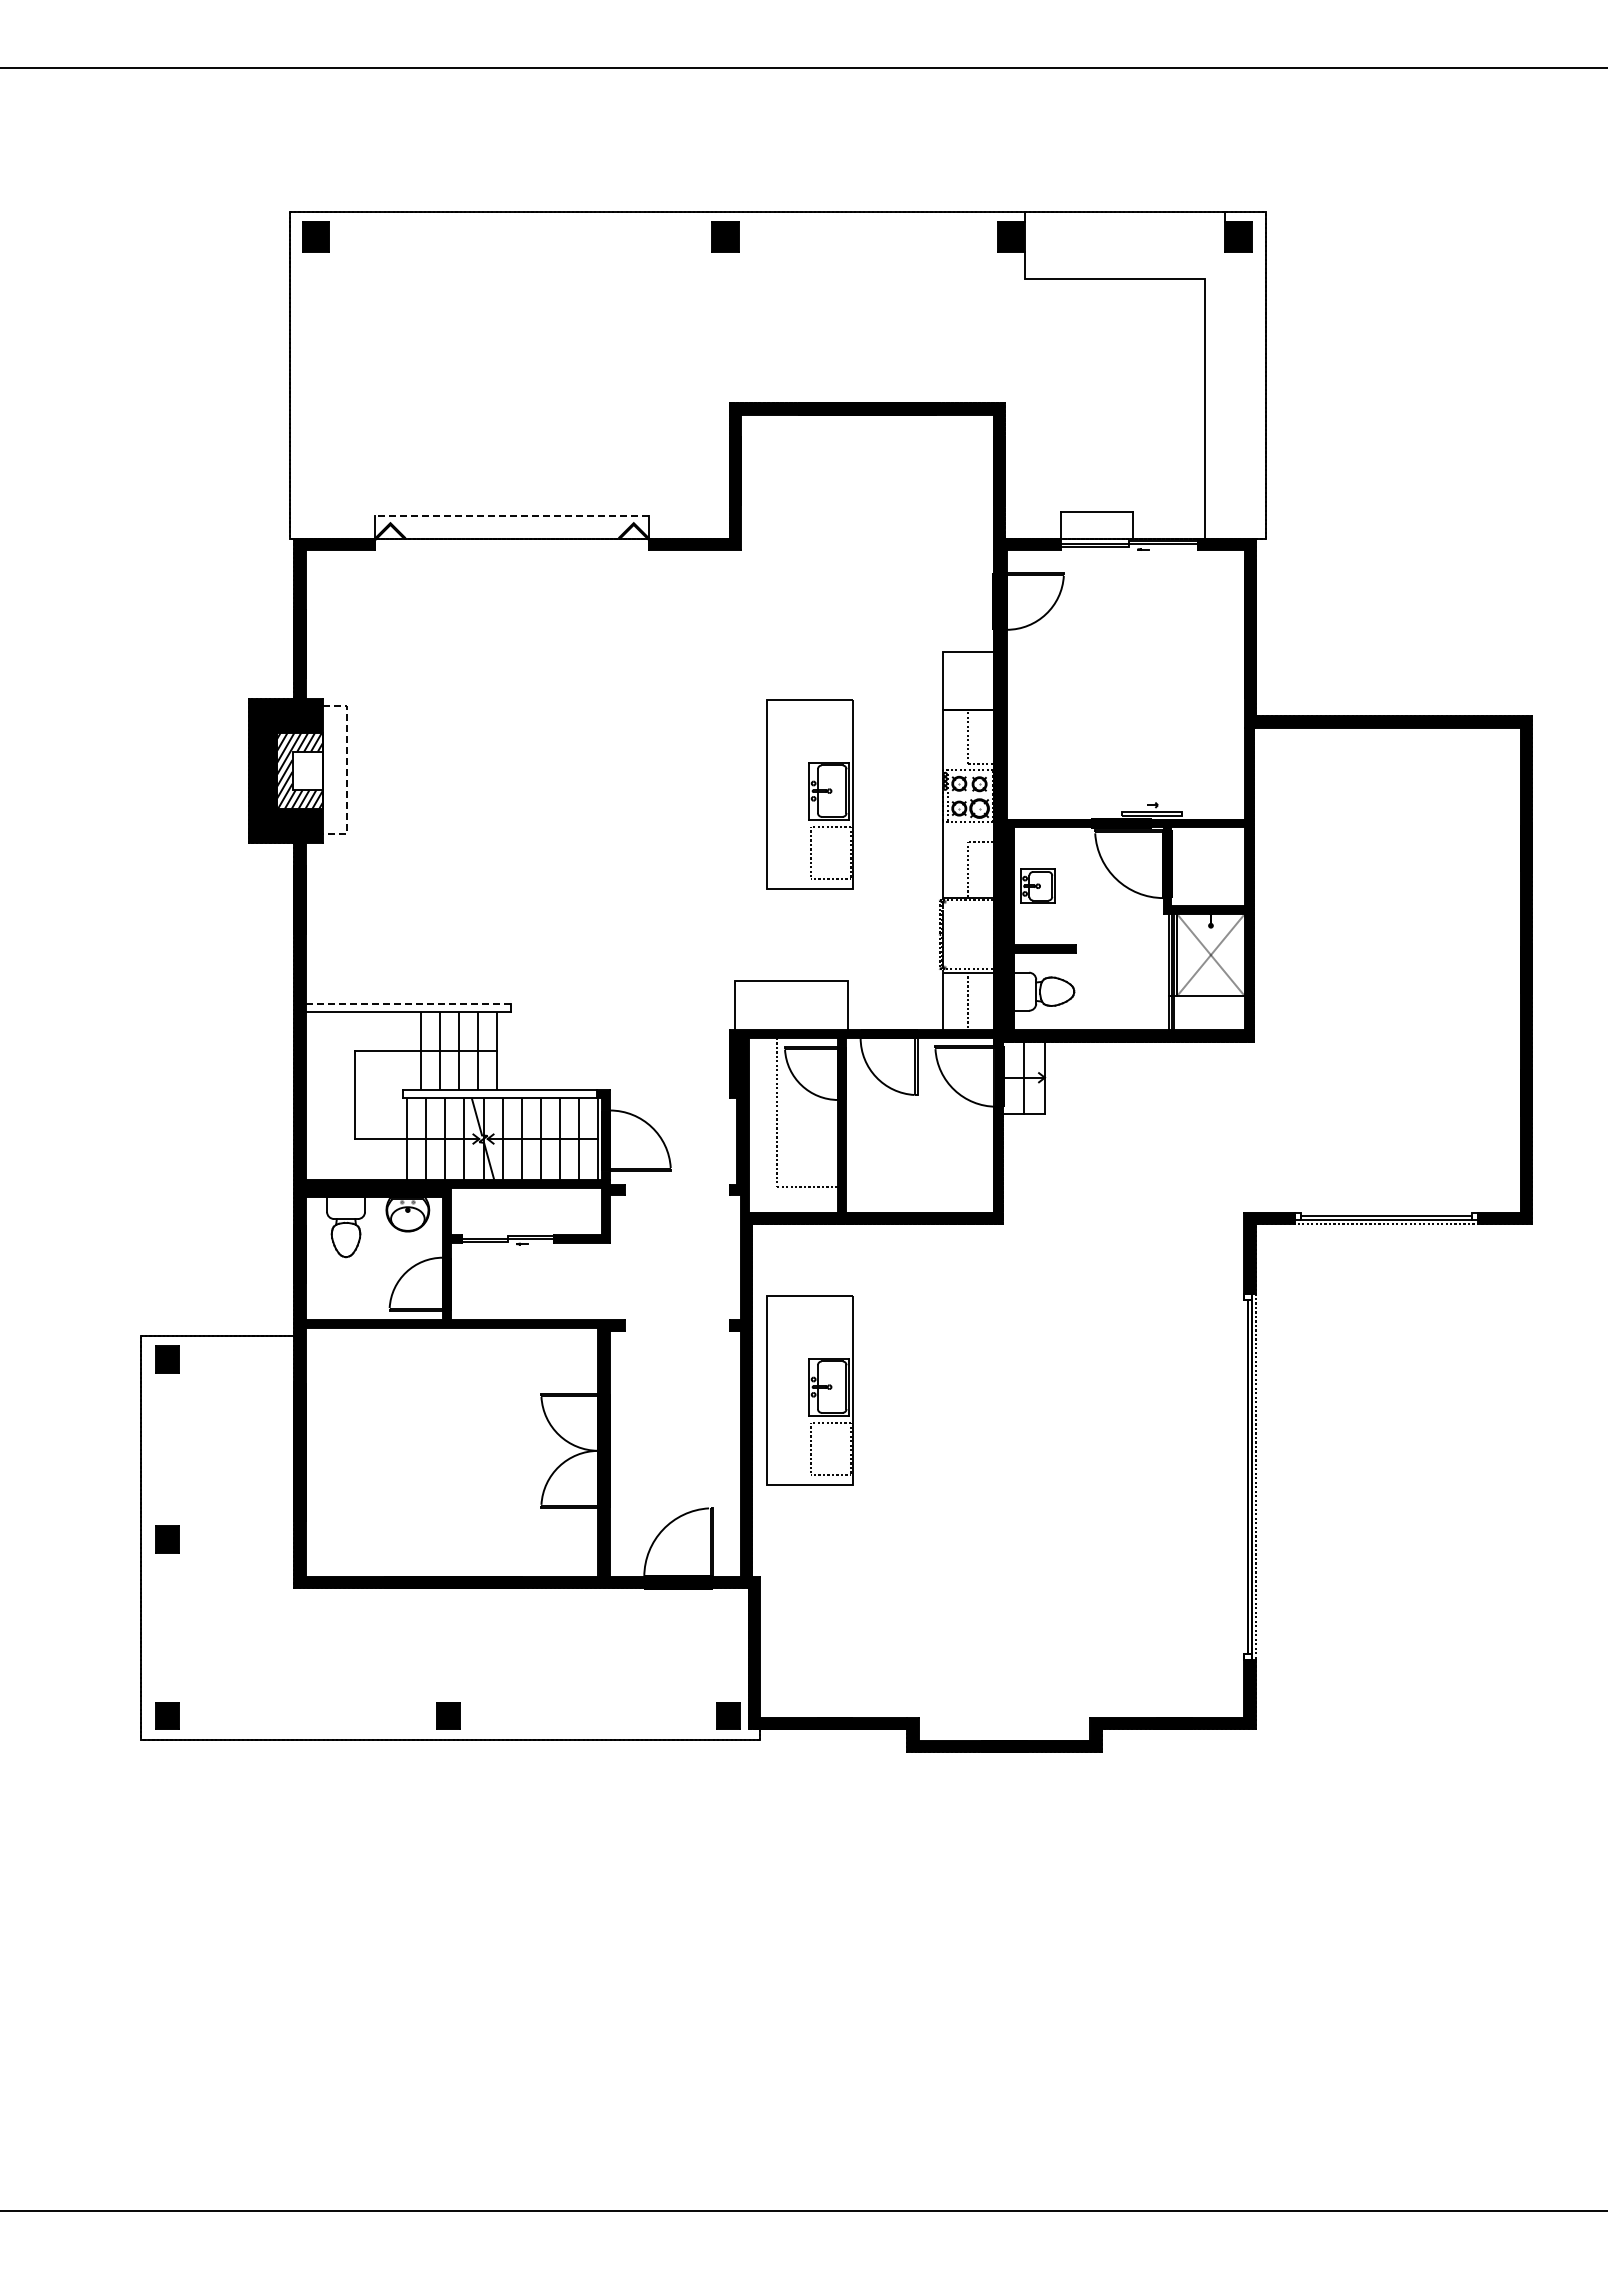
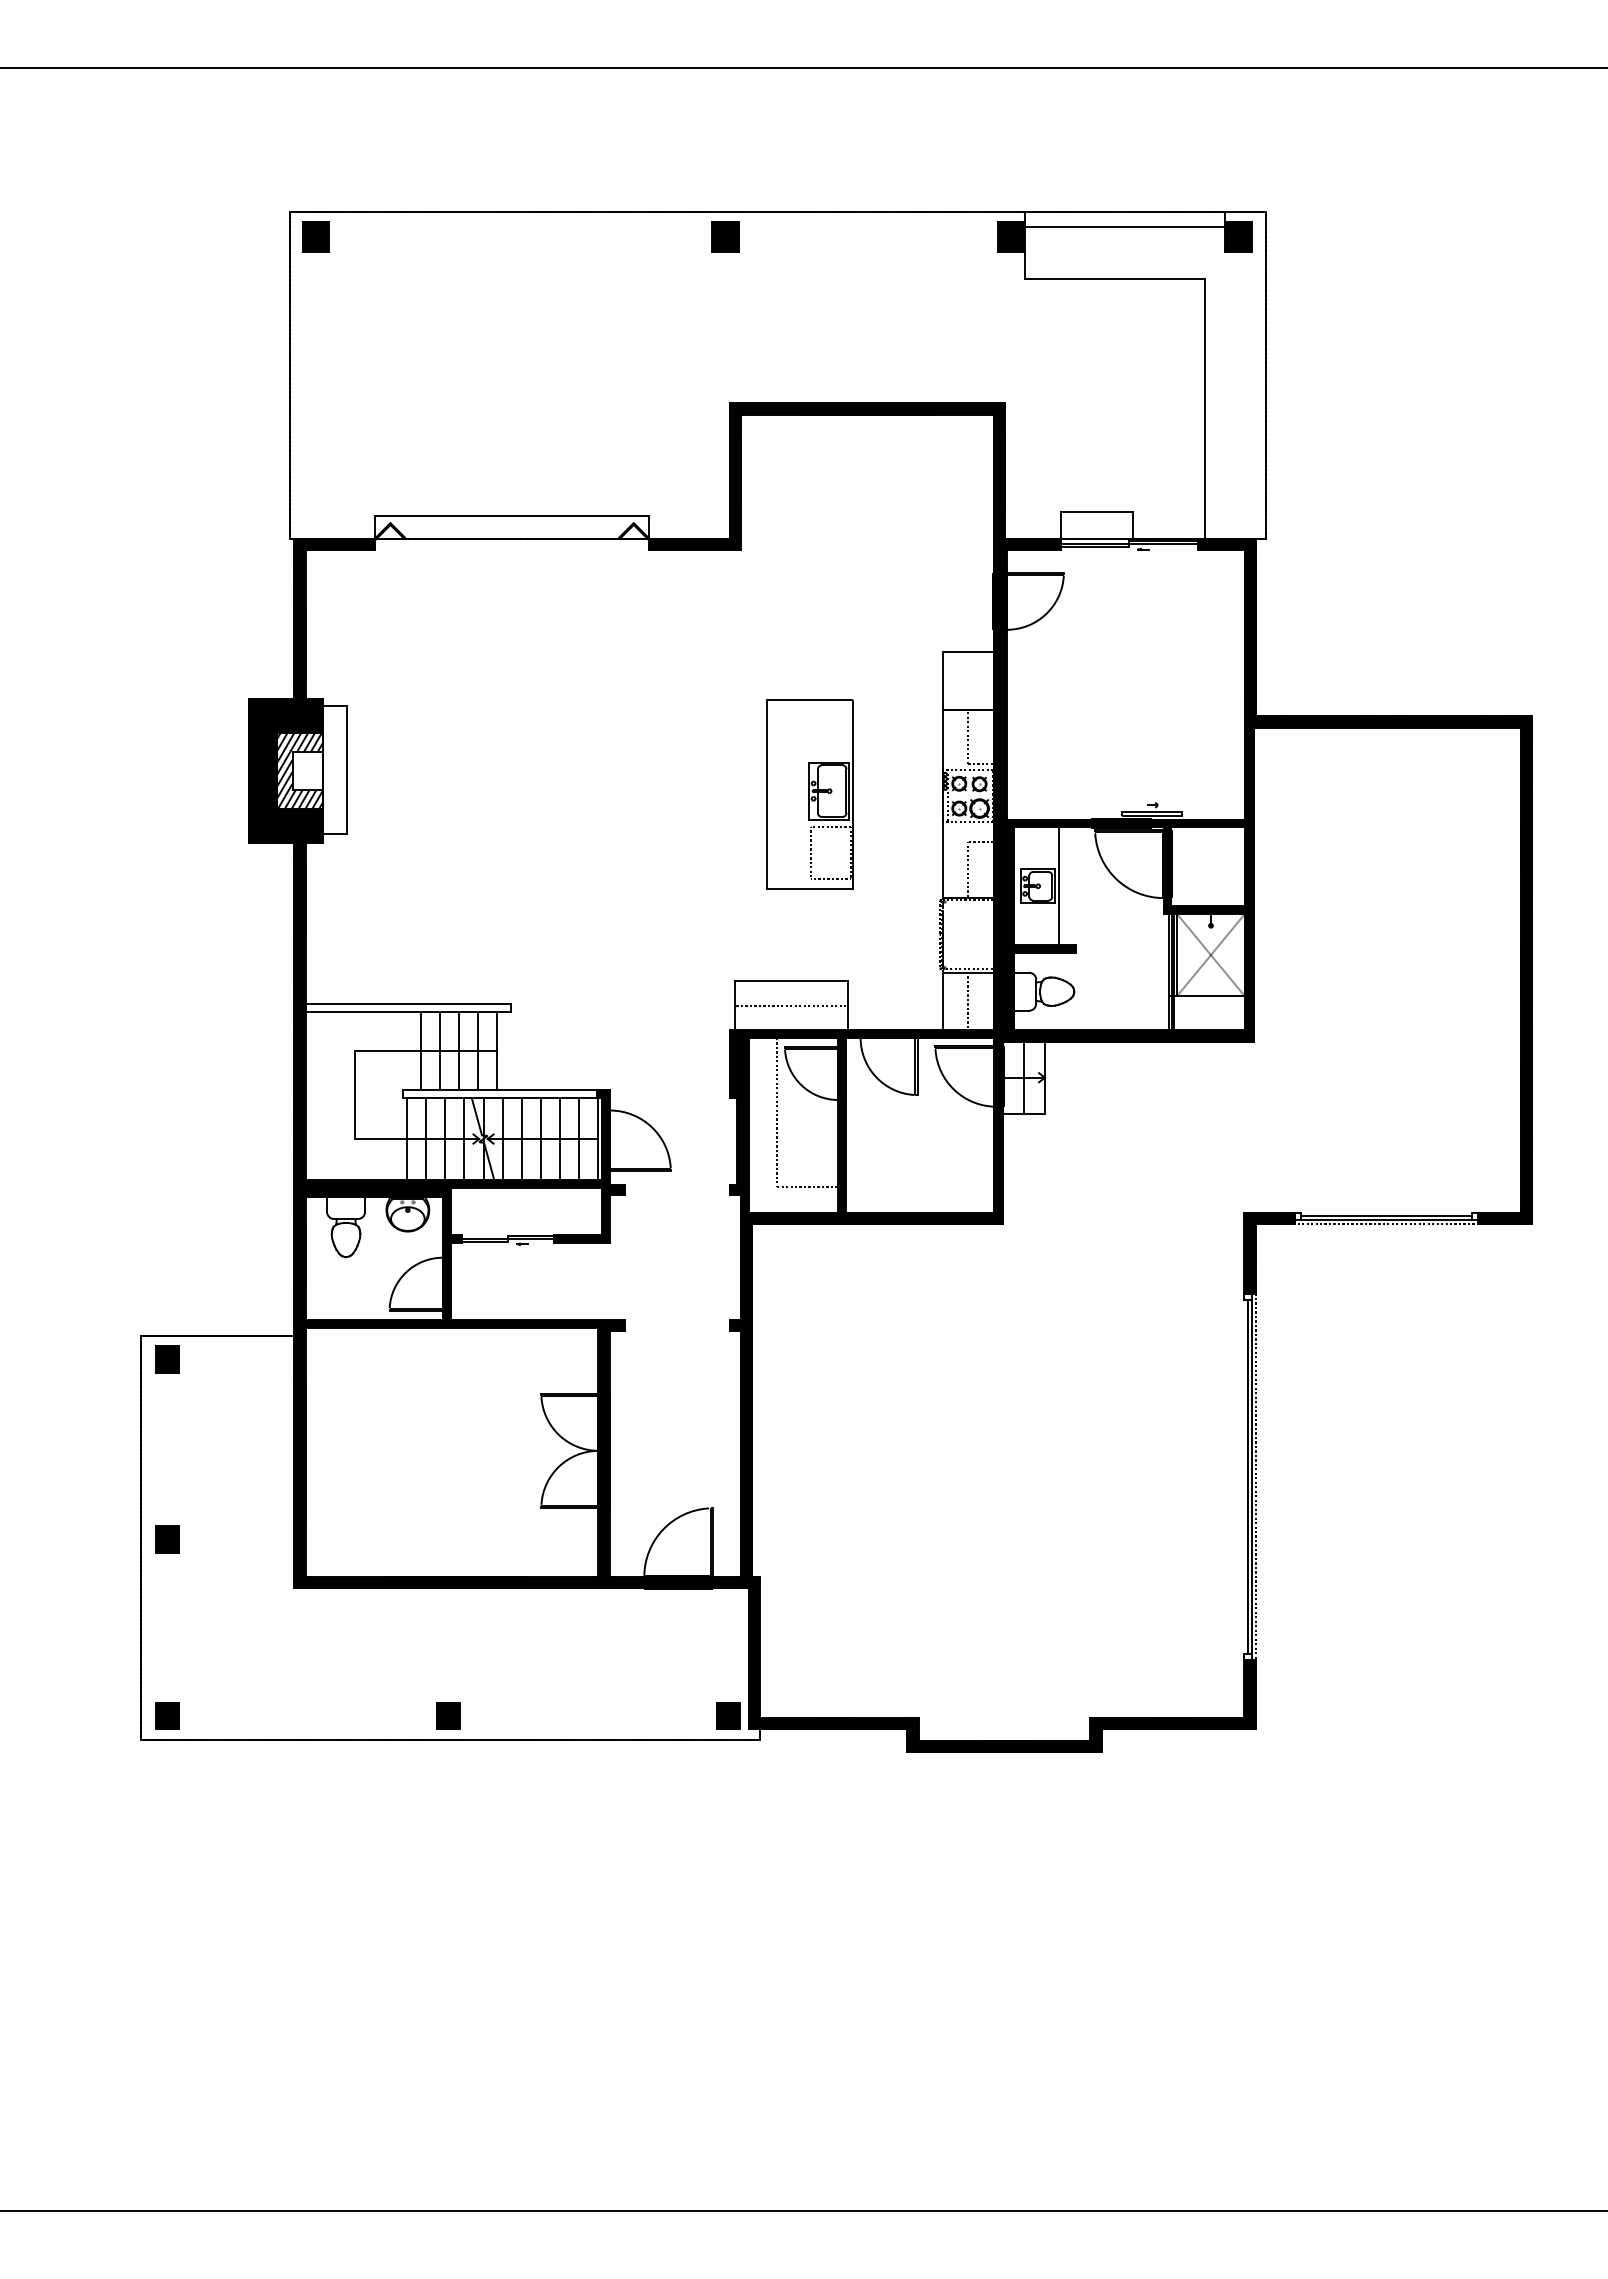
line at (1124, 226): none -> present
line at (511, 515): dashed -> solid
line at (347, 769): dashed -> solid
line at (1059, 886): none -> present
line at (408, 1004): dashed -> solid
line at (791, 1005): none -> present
part at (809, 1390): present -> none
